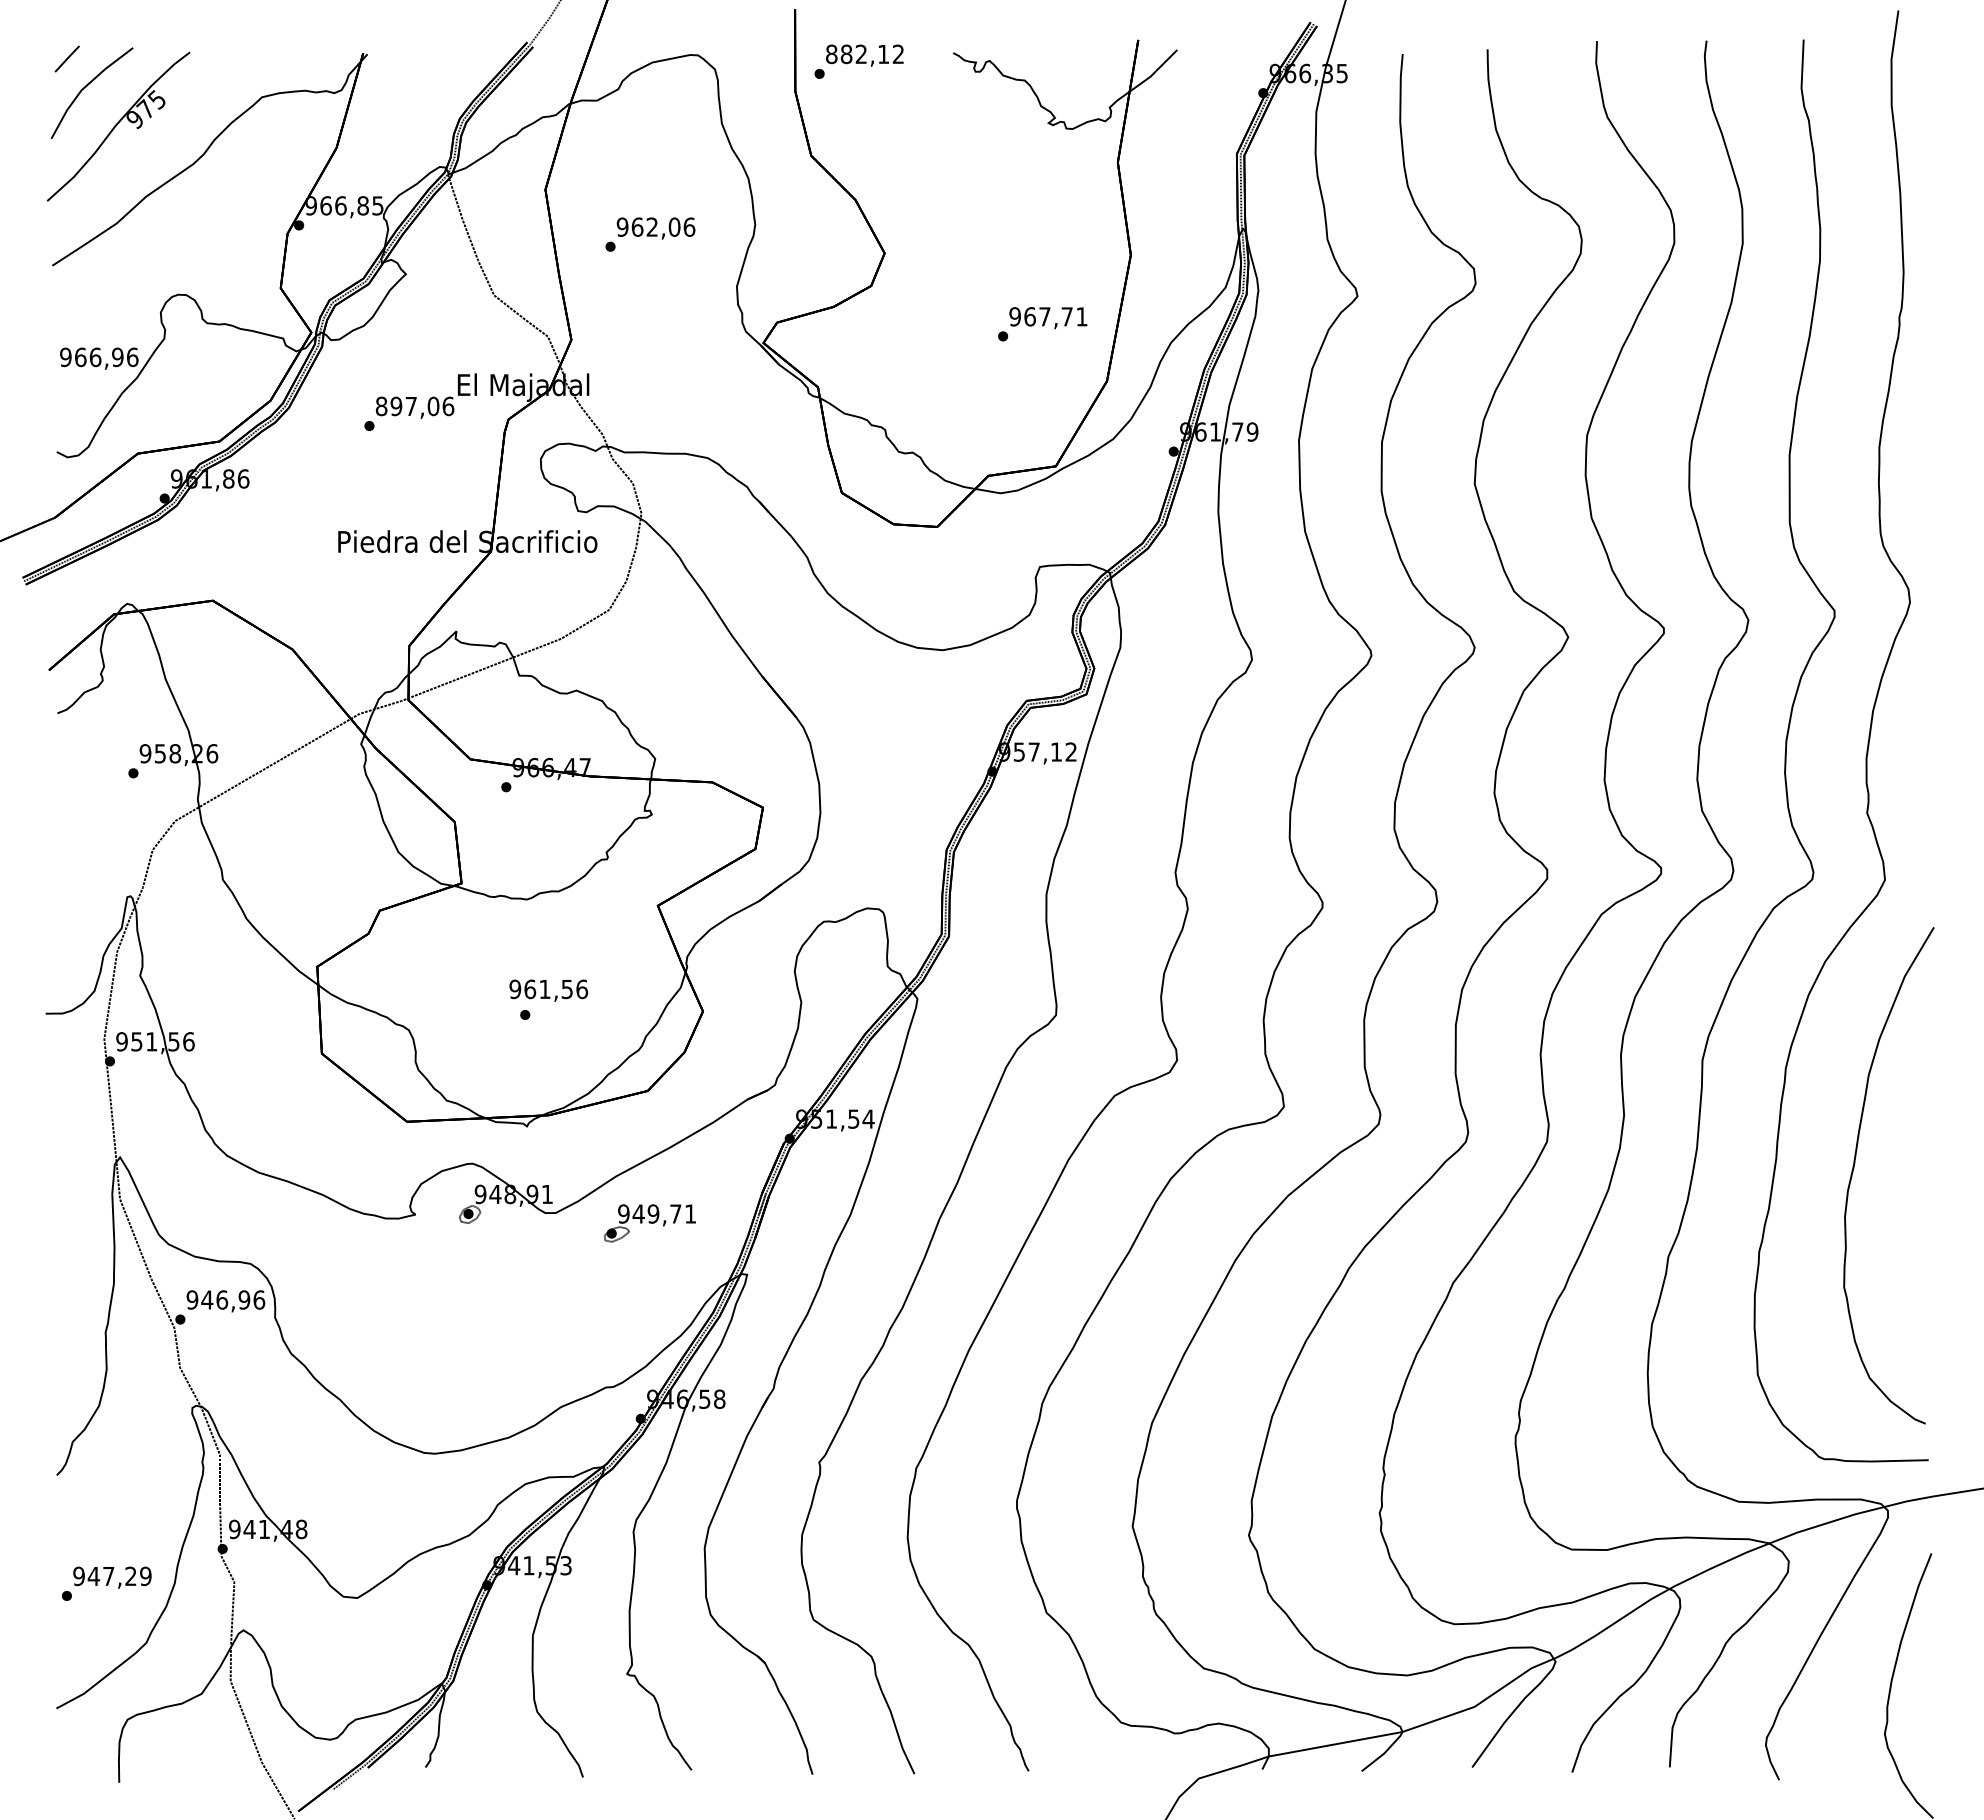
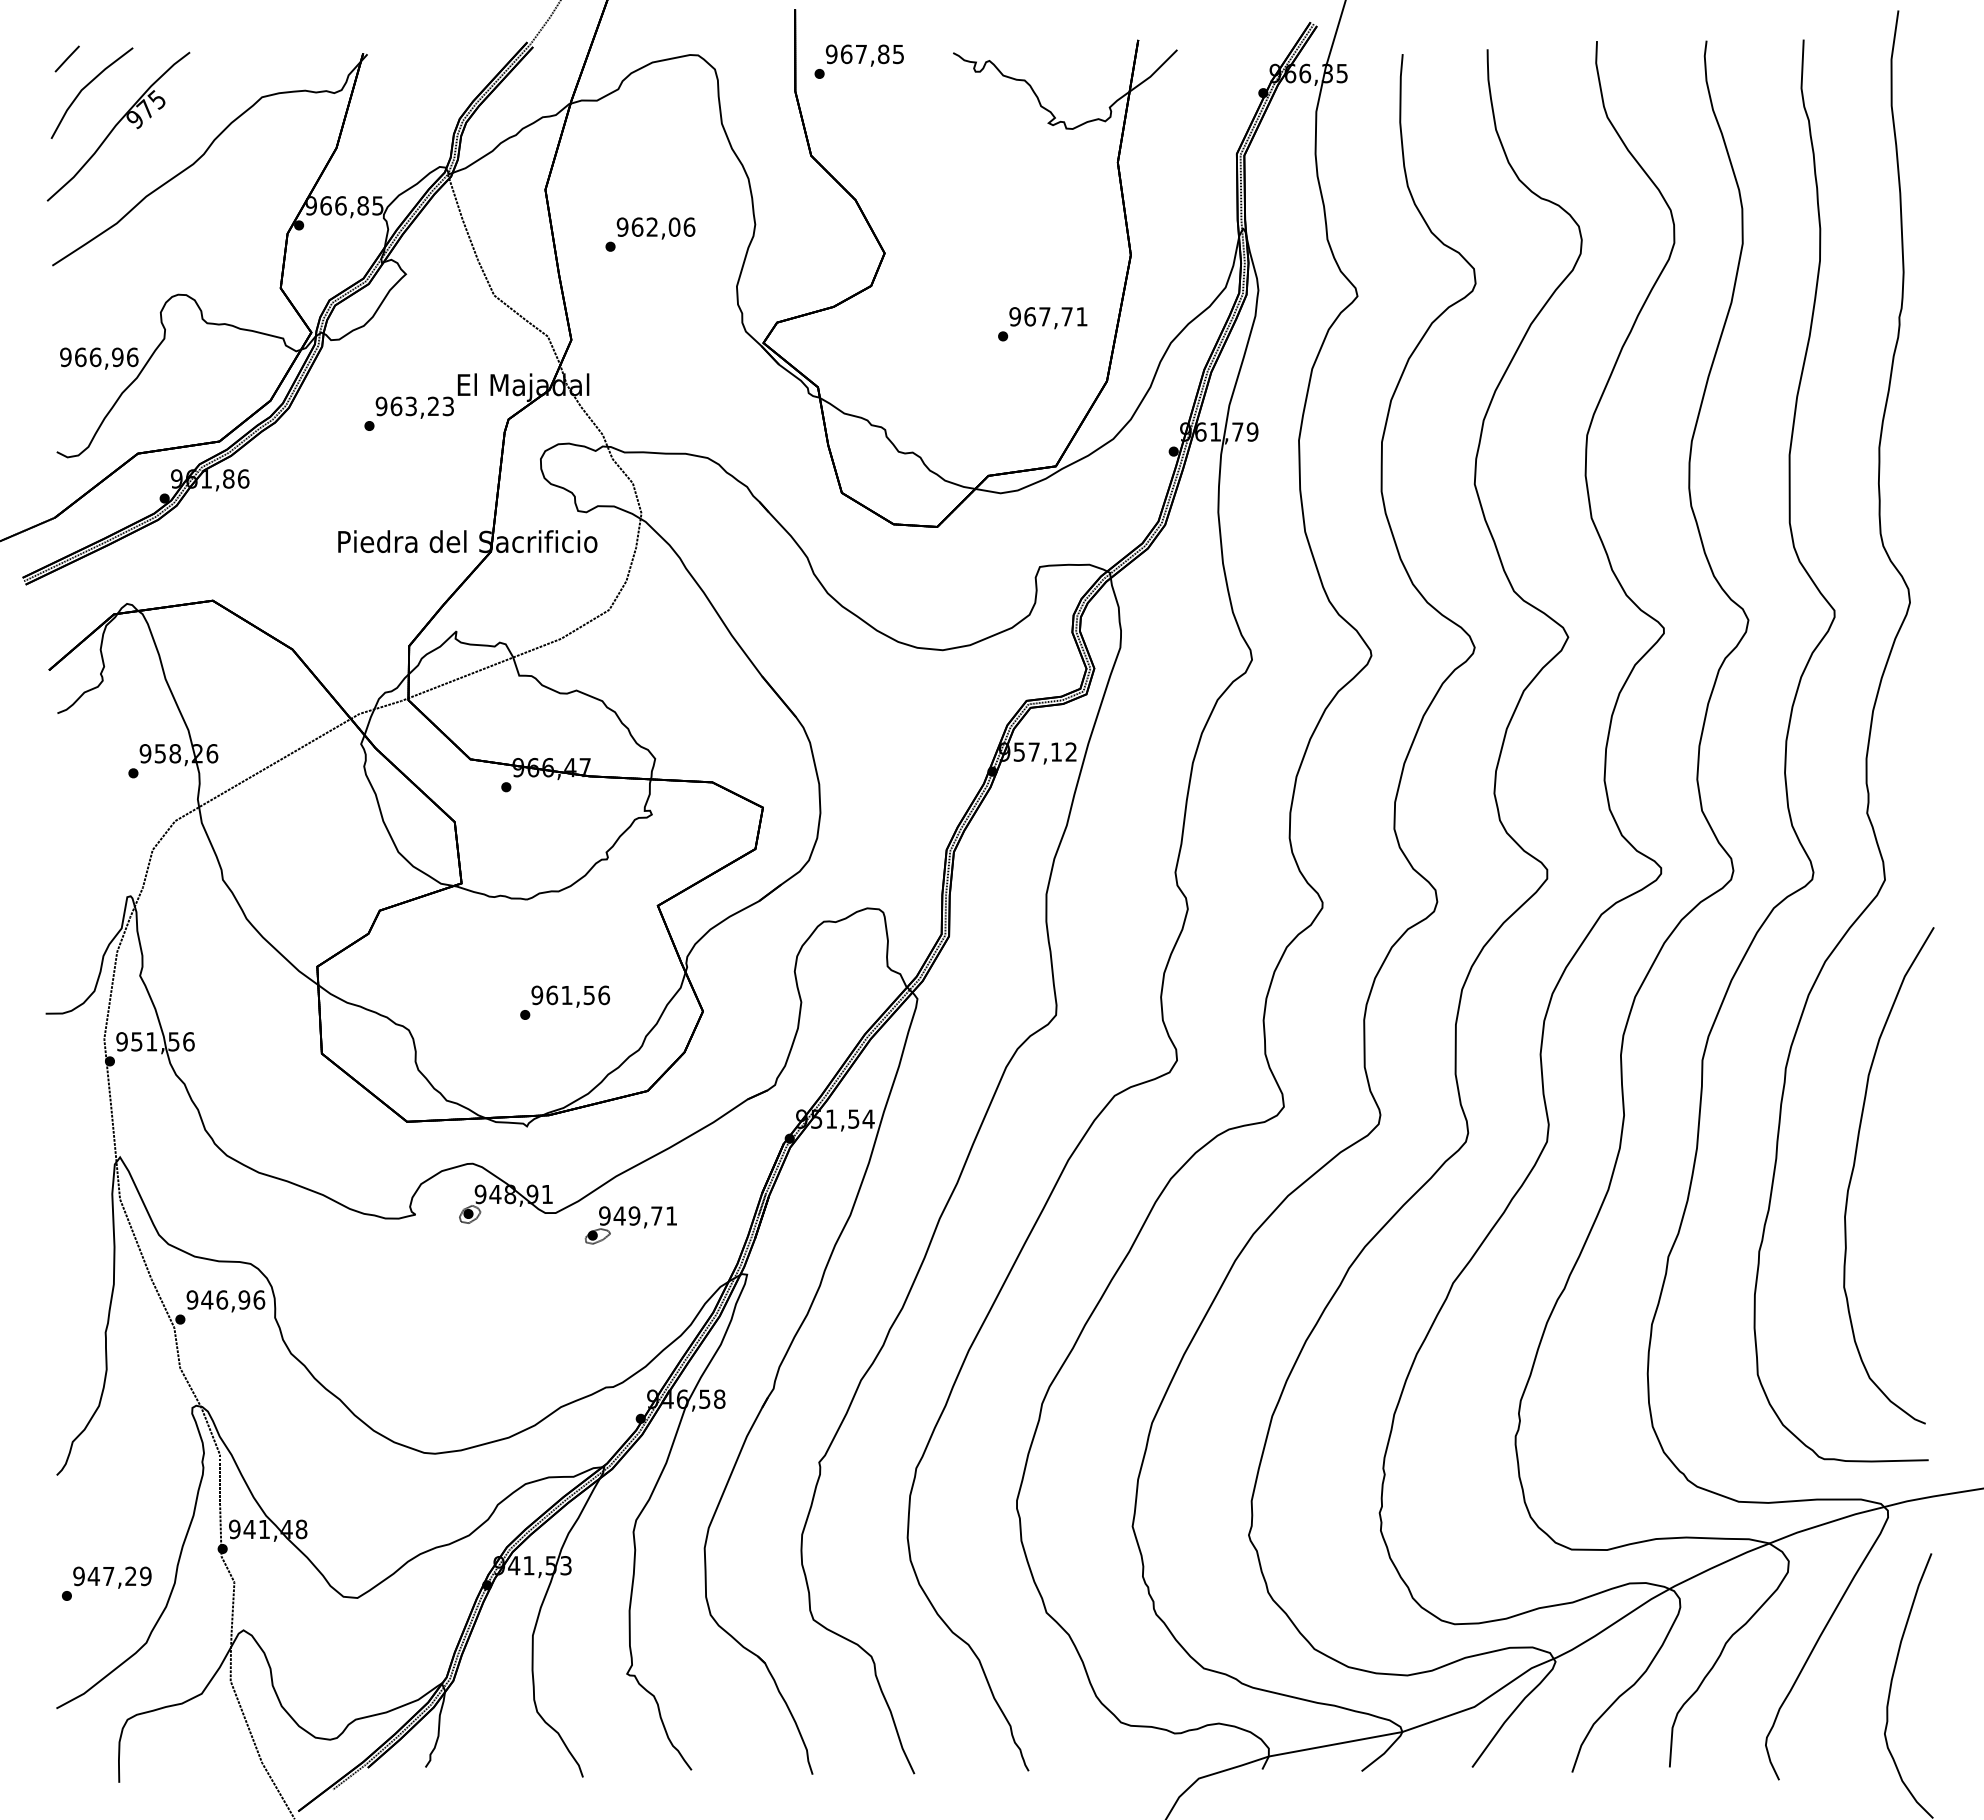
text at (864, 54): 882,12 -> 967,85
text at (414, 406): 897,06 -> 963,23
text at (548, 990) position: (548, 990) -> (570, 996)
part at (649, 1223) position: (649, 1223) -> (630, 1225)
